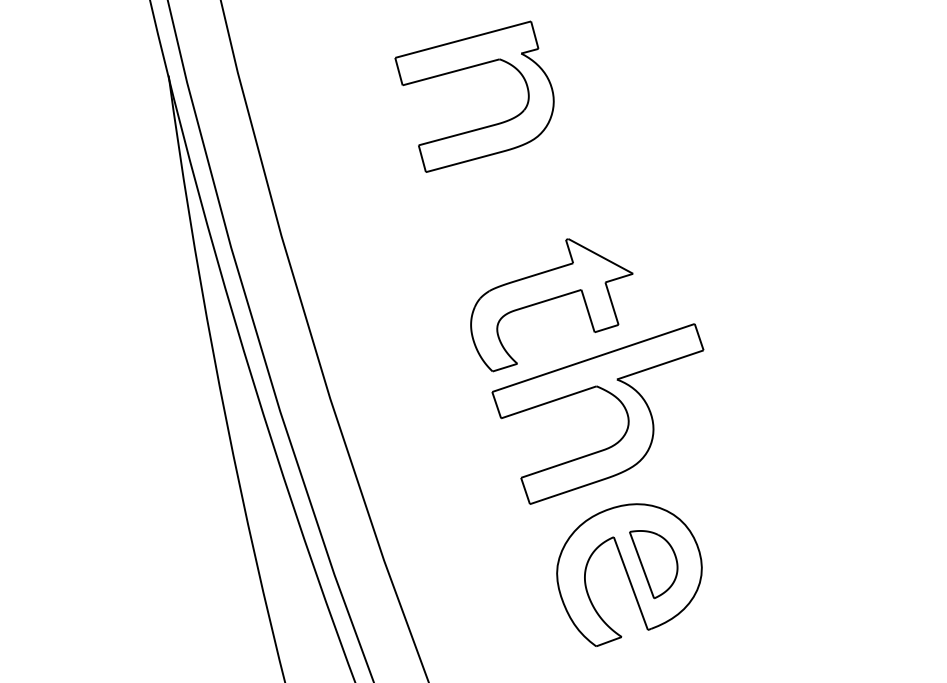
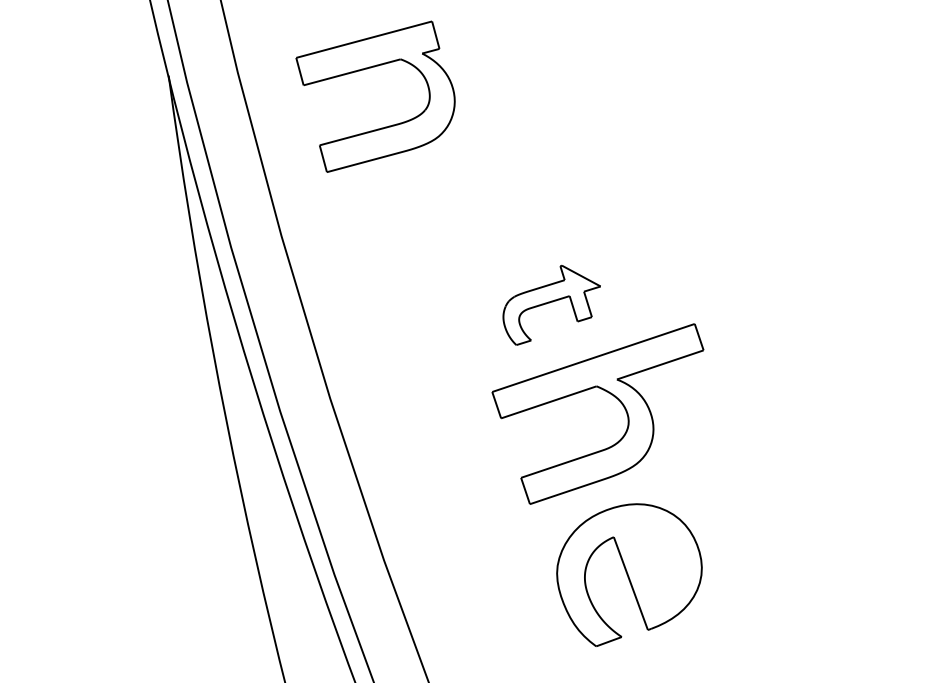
part at (466, 69) position: (466, 69) -> (367, 69)
part at (551, 305) size: 164x135 px -> 99x82 px
part at (653, 564): present -> none
